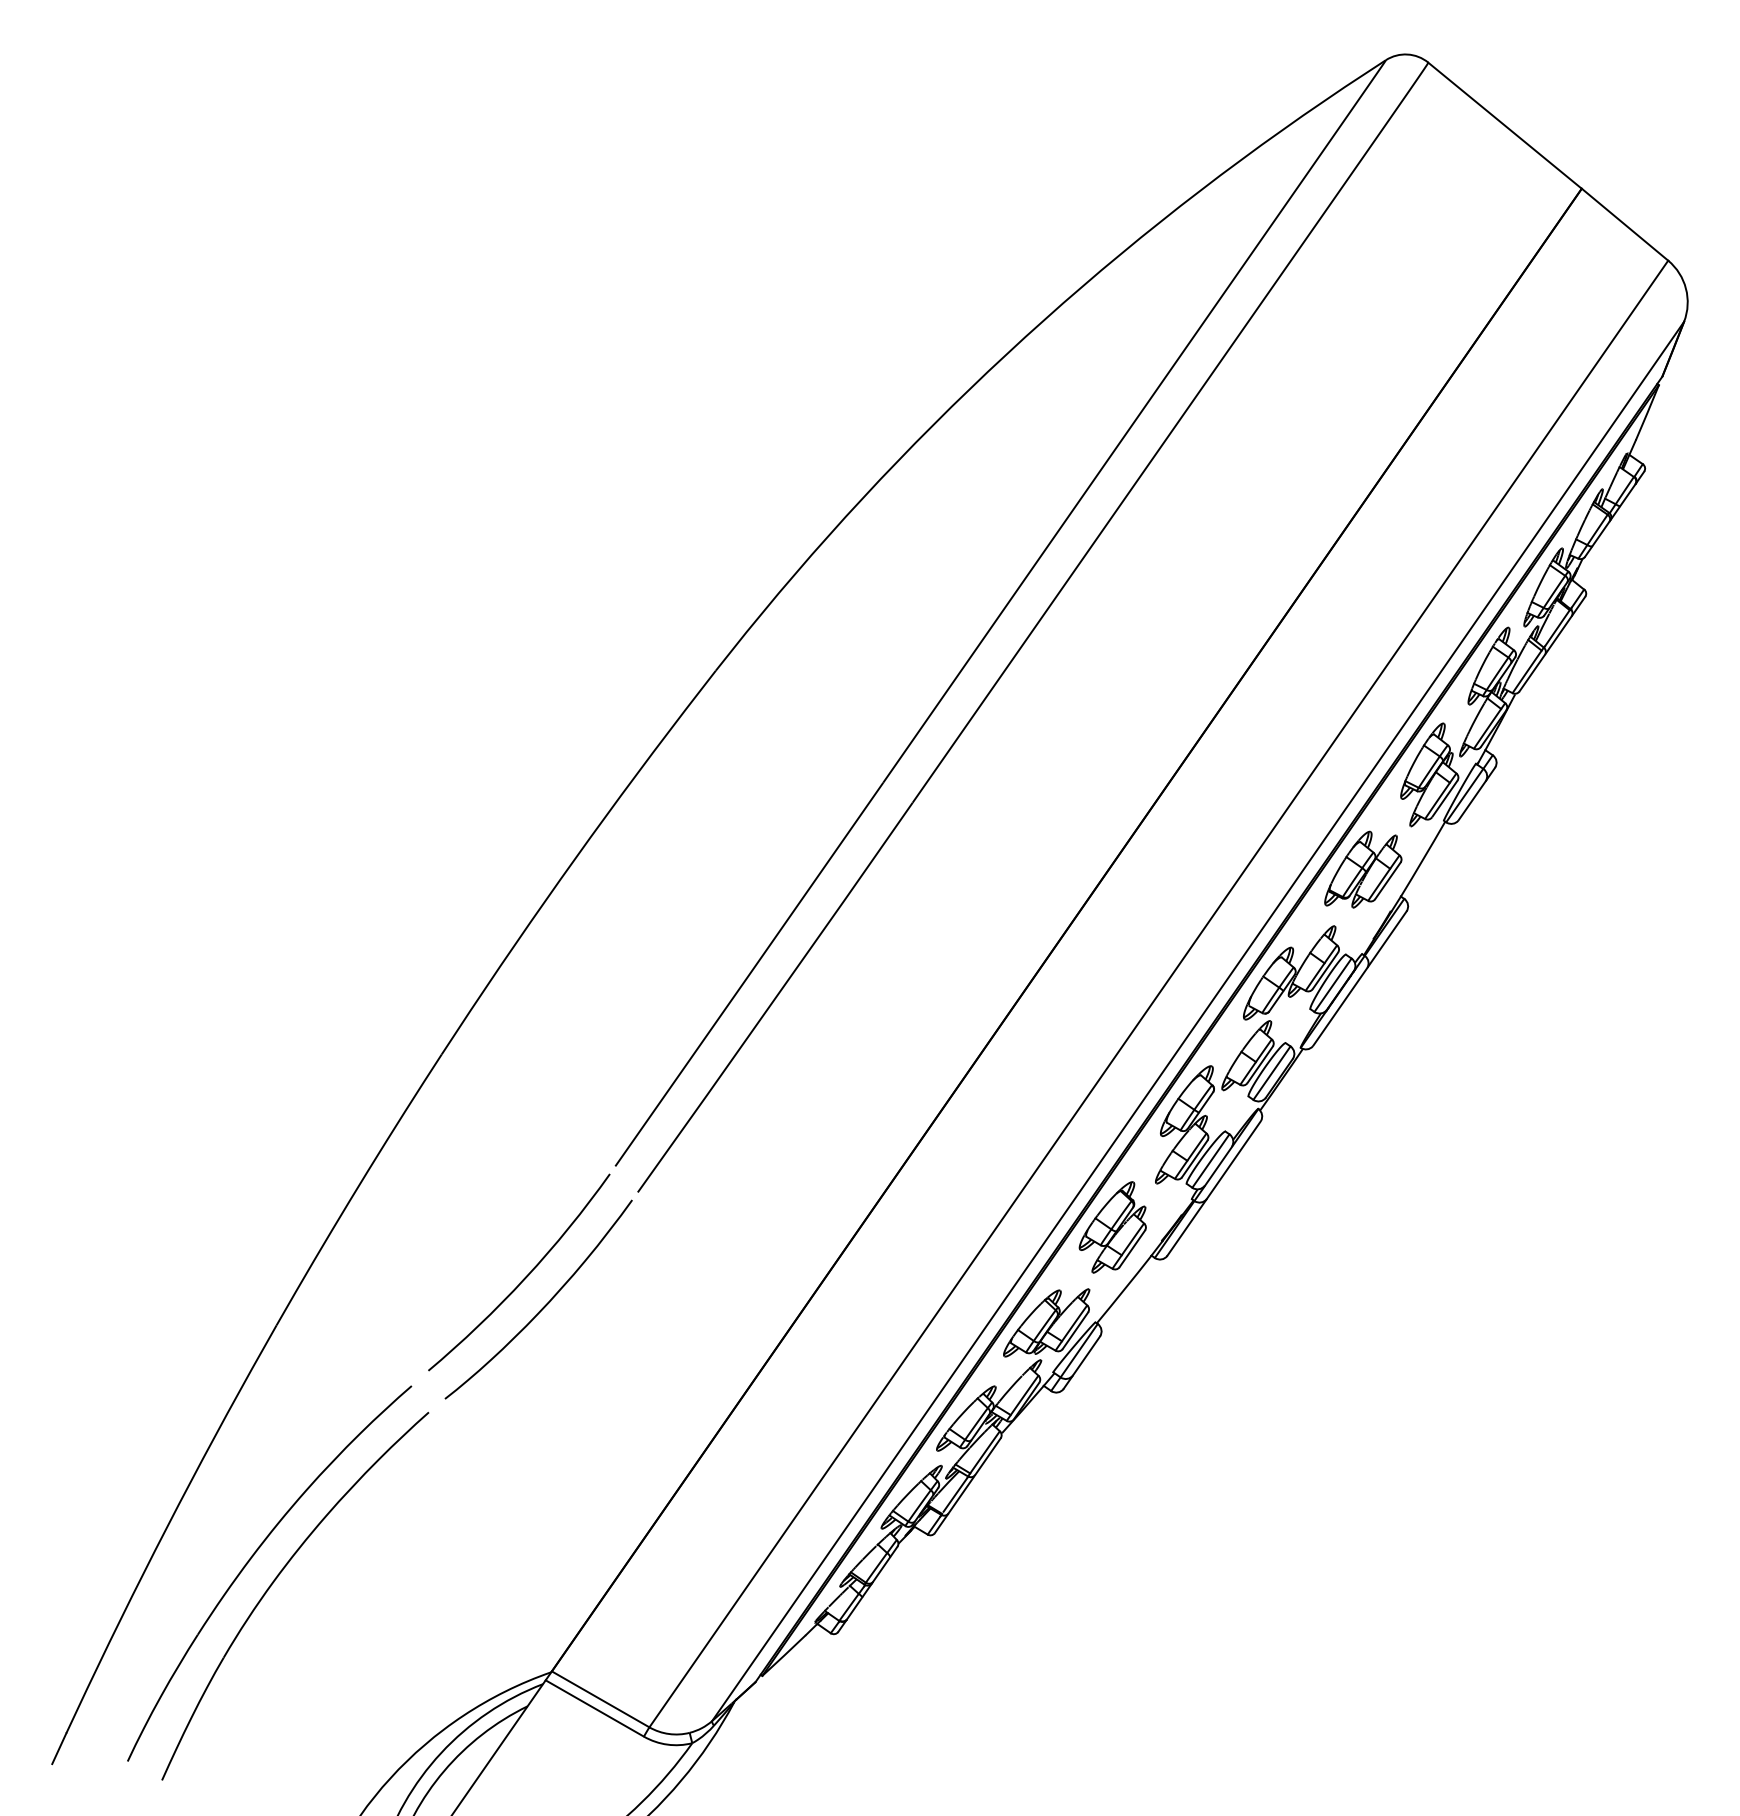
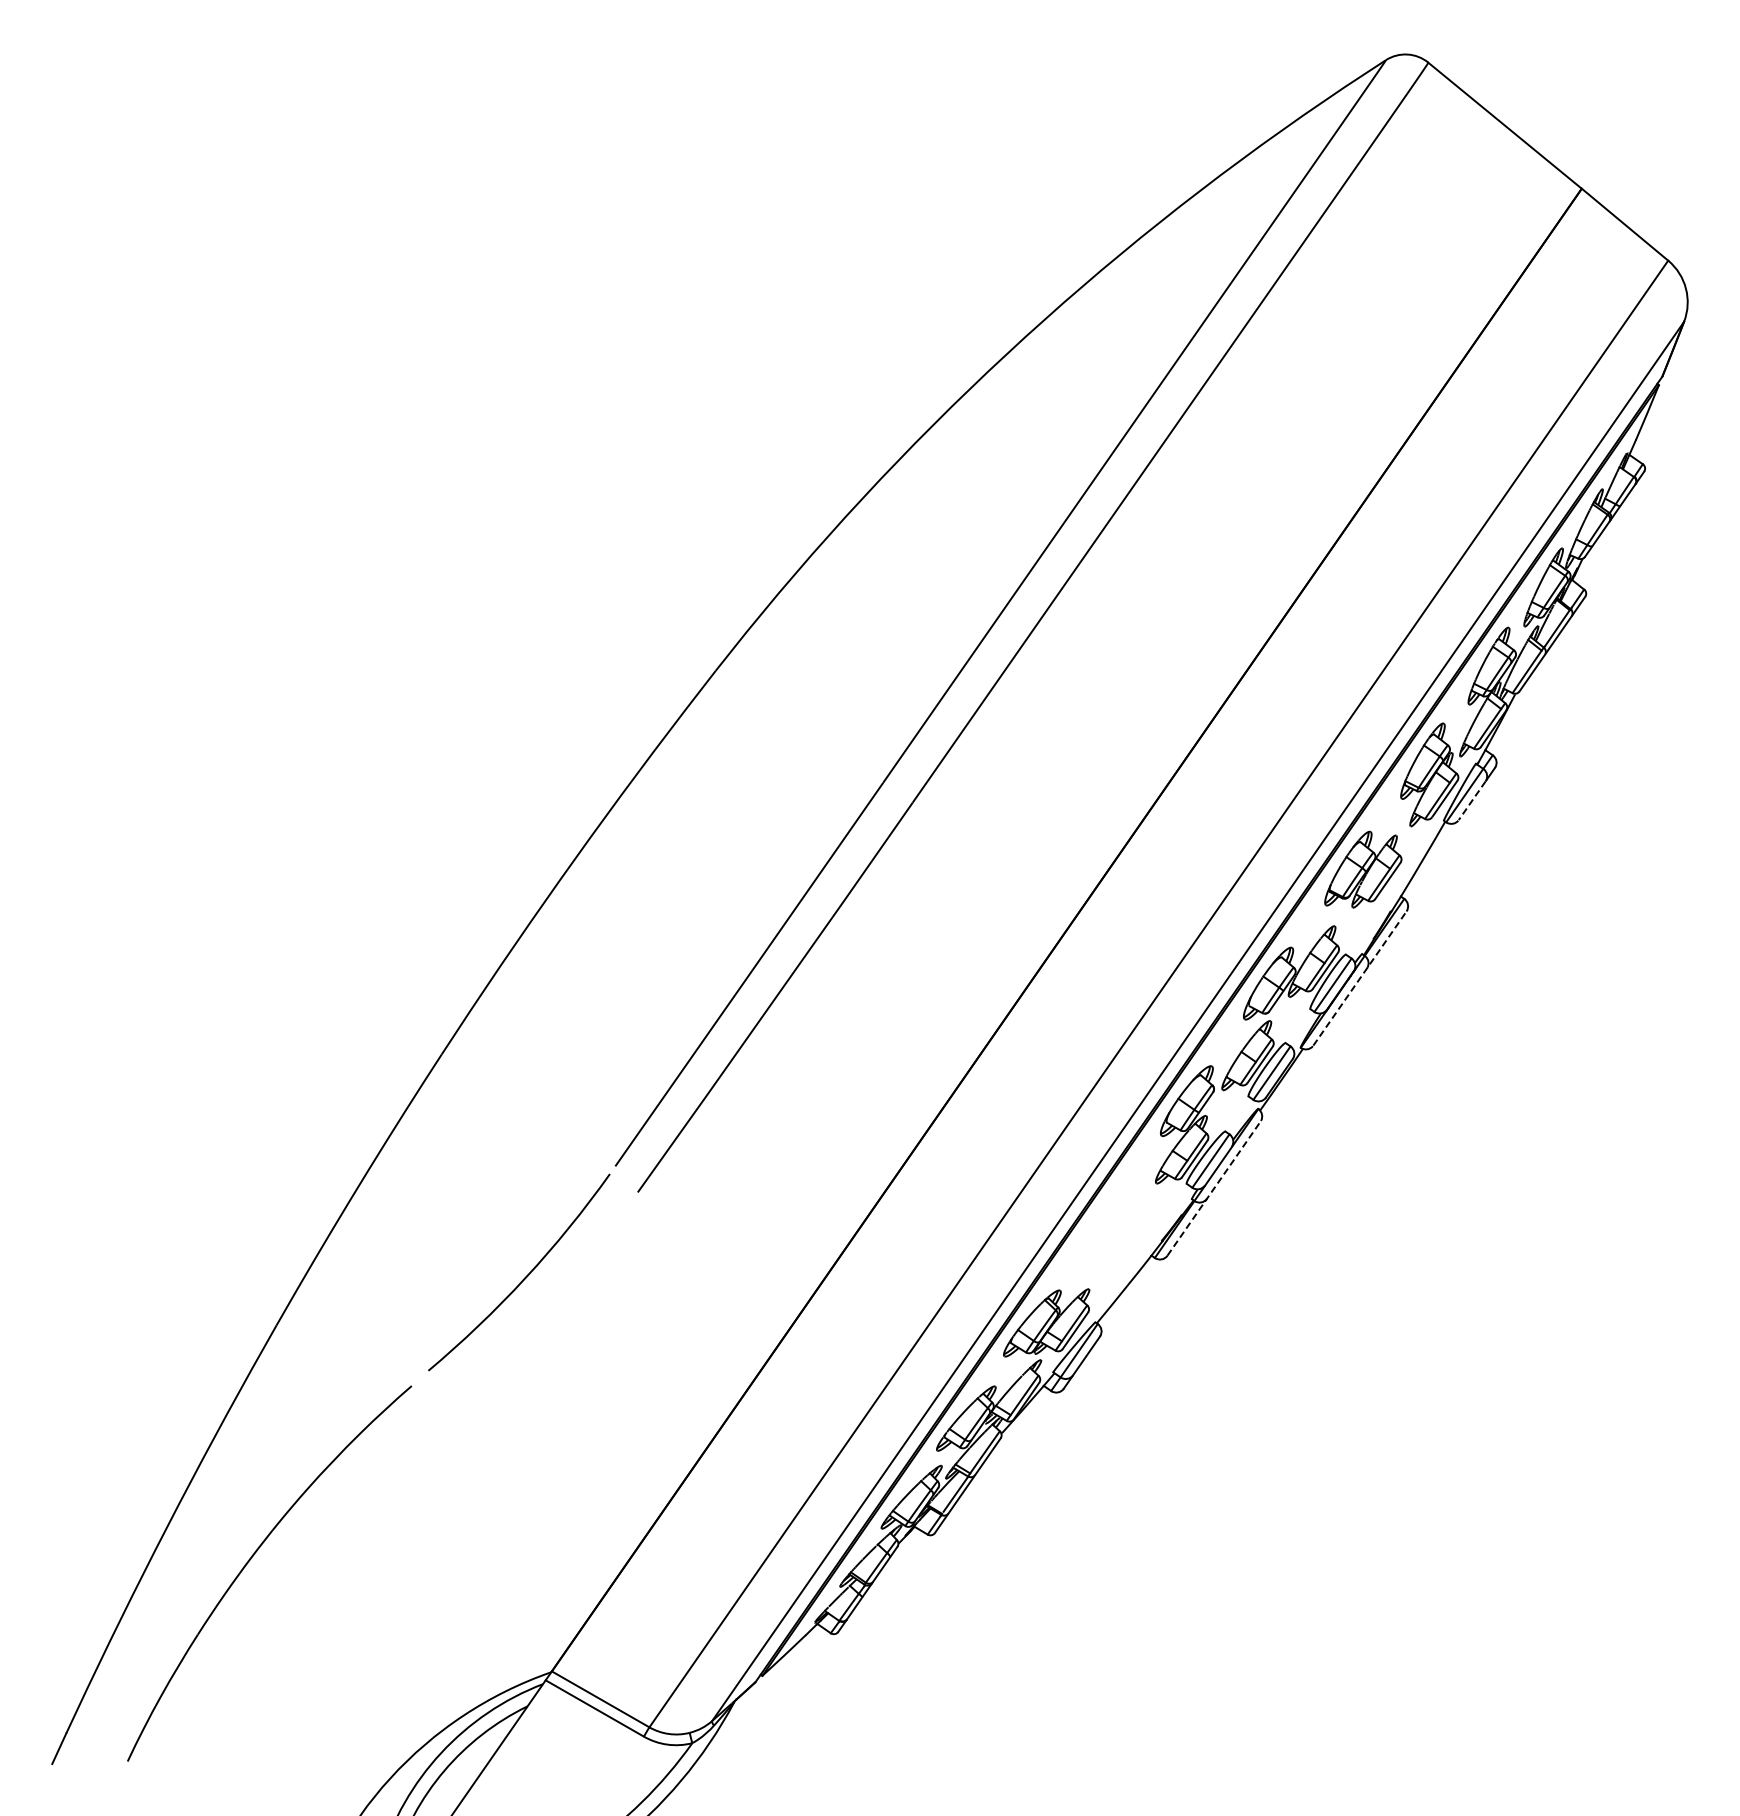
line at (1471, 801): solid -> dashed
line at (1359, 978): solid -> dashed
line at (1214, 1188): solid -> dashed
part at (1112, 1227): present -> none
curve at (544, 1305): present -> none
part at (274, 1582): present -> none
